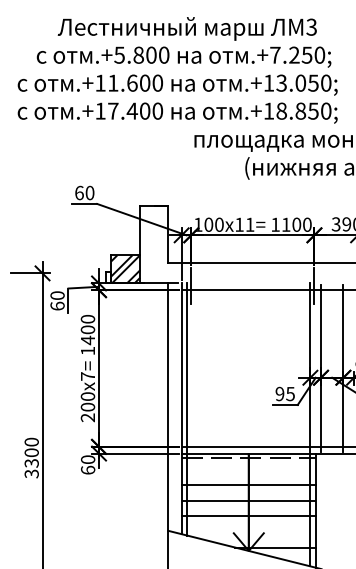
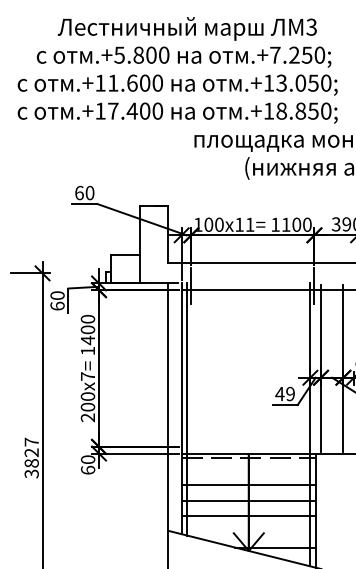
hatch at (125, 269): present -> none
text at (284, 393): 95 -> 49
line at (267, 446): present -> none
text at (31, 452): 3300 -> 3827
